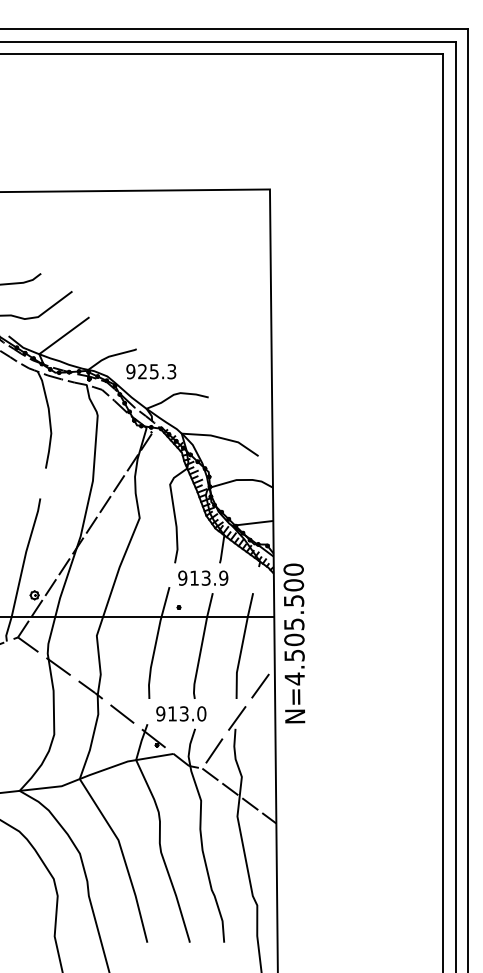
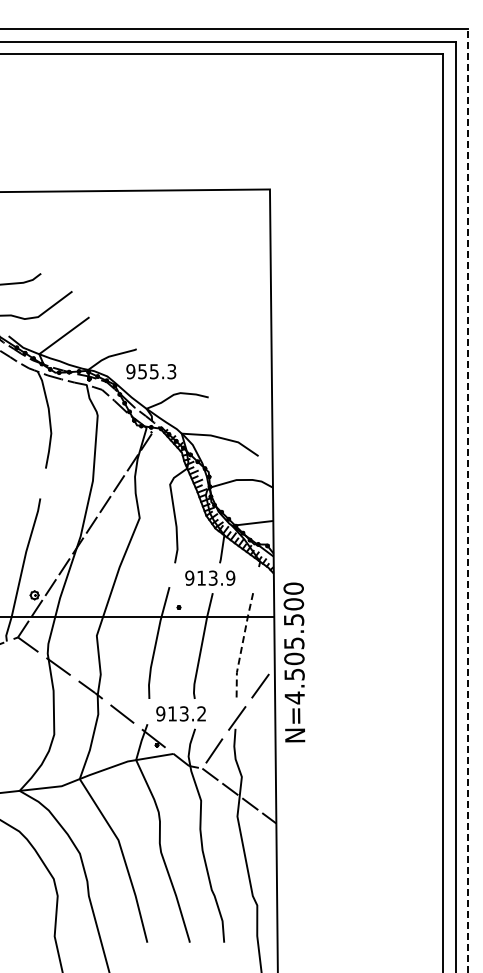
text at (142, 371): 925.3 -> 955.3
line at (468, 500): solid -> dashed
text at (203, 577) position: (203, 577) -> (210, 577)
text at (294, 643) position: (294, 643) -> (294, 662)
line at (242, 646): solid -> dashed
text at (201, 713): 913.0 -> 913.2
